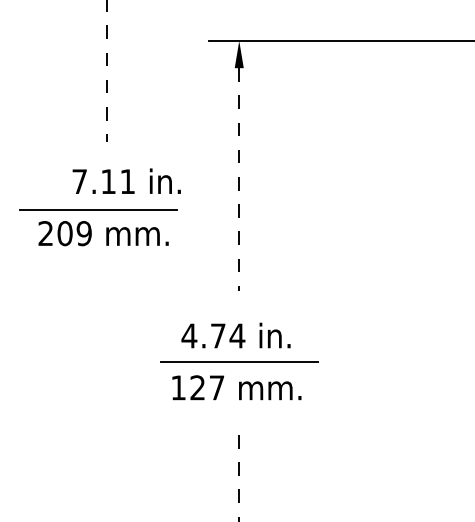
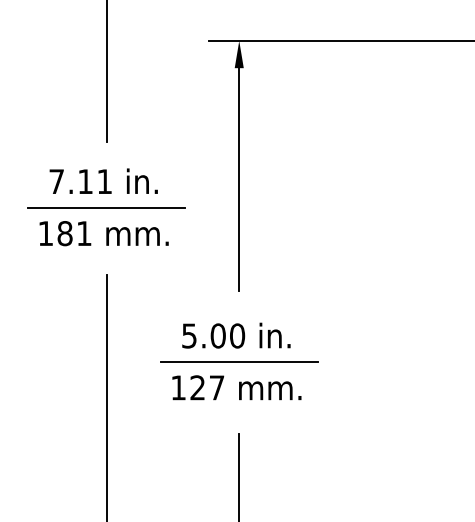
line at (106, 71): dashed -> solid
line at (239, 179): dashed -> solid
text at (126, 180) position: (126, 180) -> (103, 180)
line at (98, 209) position: (98, 209) -> (106, 207)
text at (64, 233): 209 -> 181
text at (213, 335): 4.74 -> 5.00
line at (106, 396): none -> present
line at (239, 477): dashed -> solid
